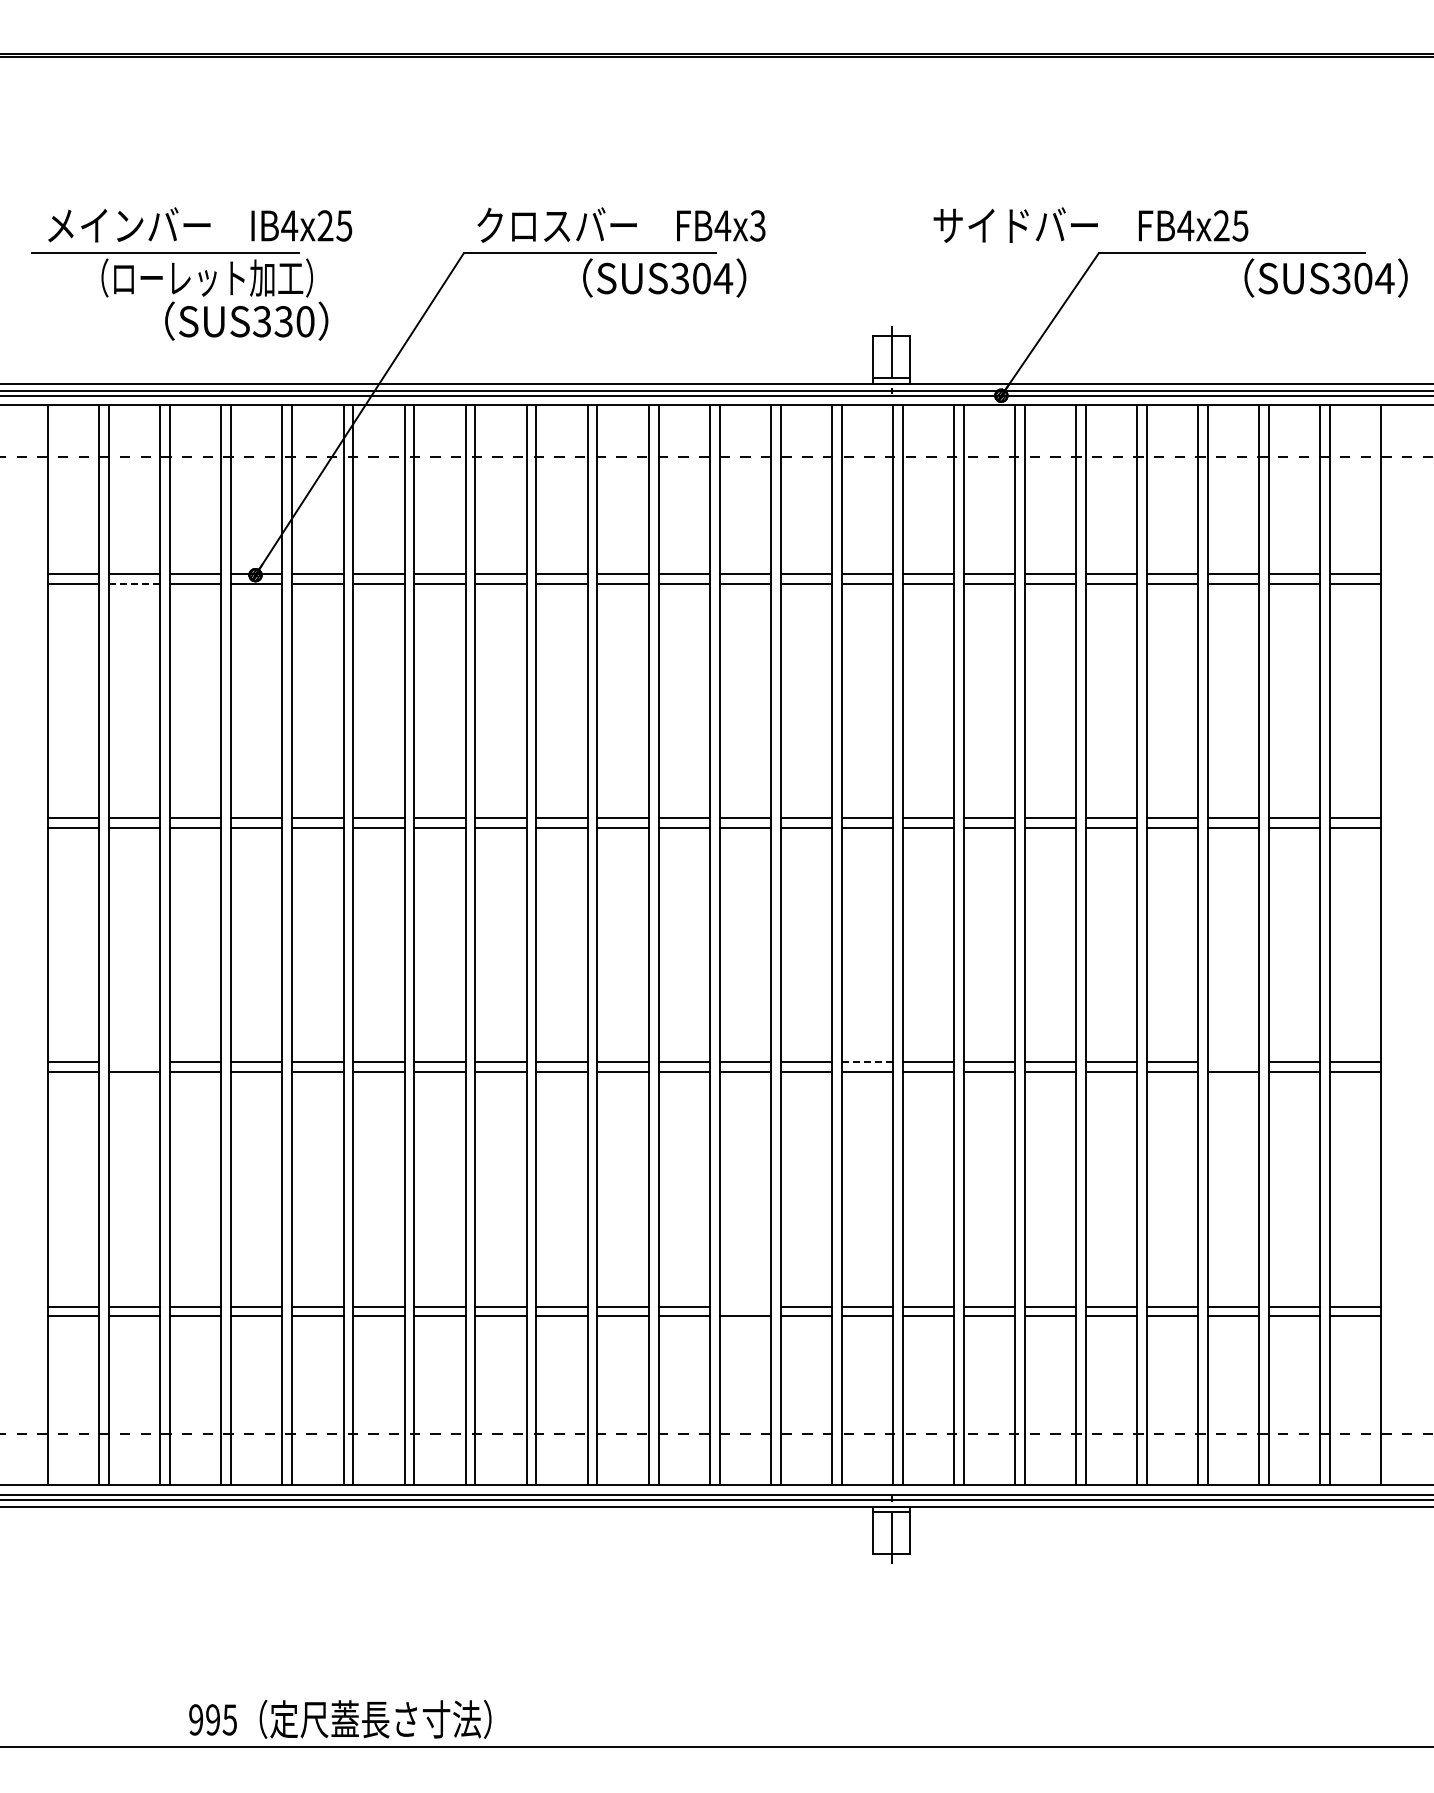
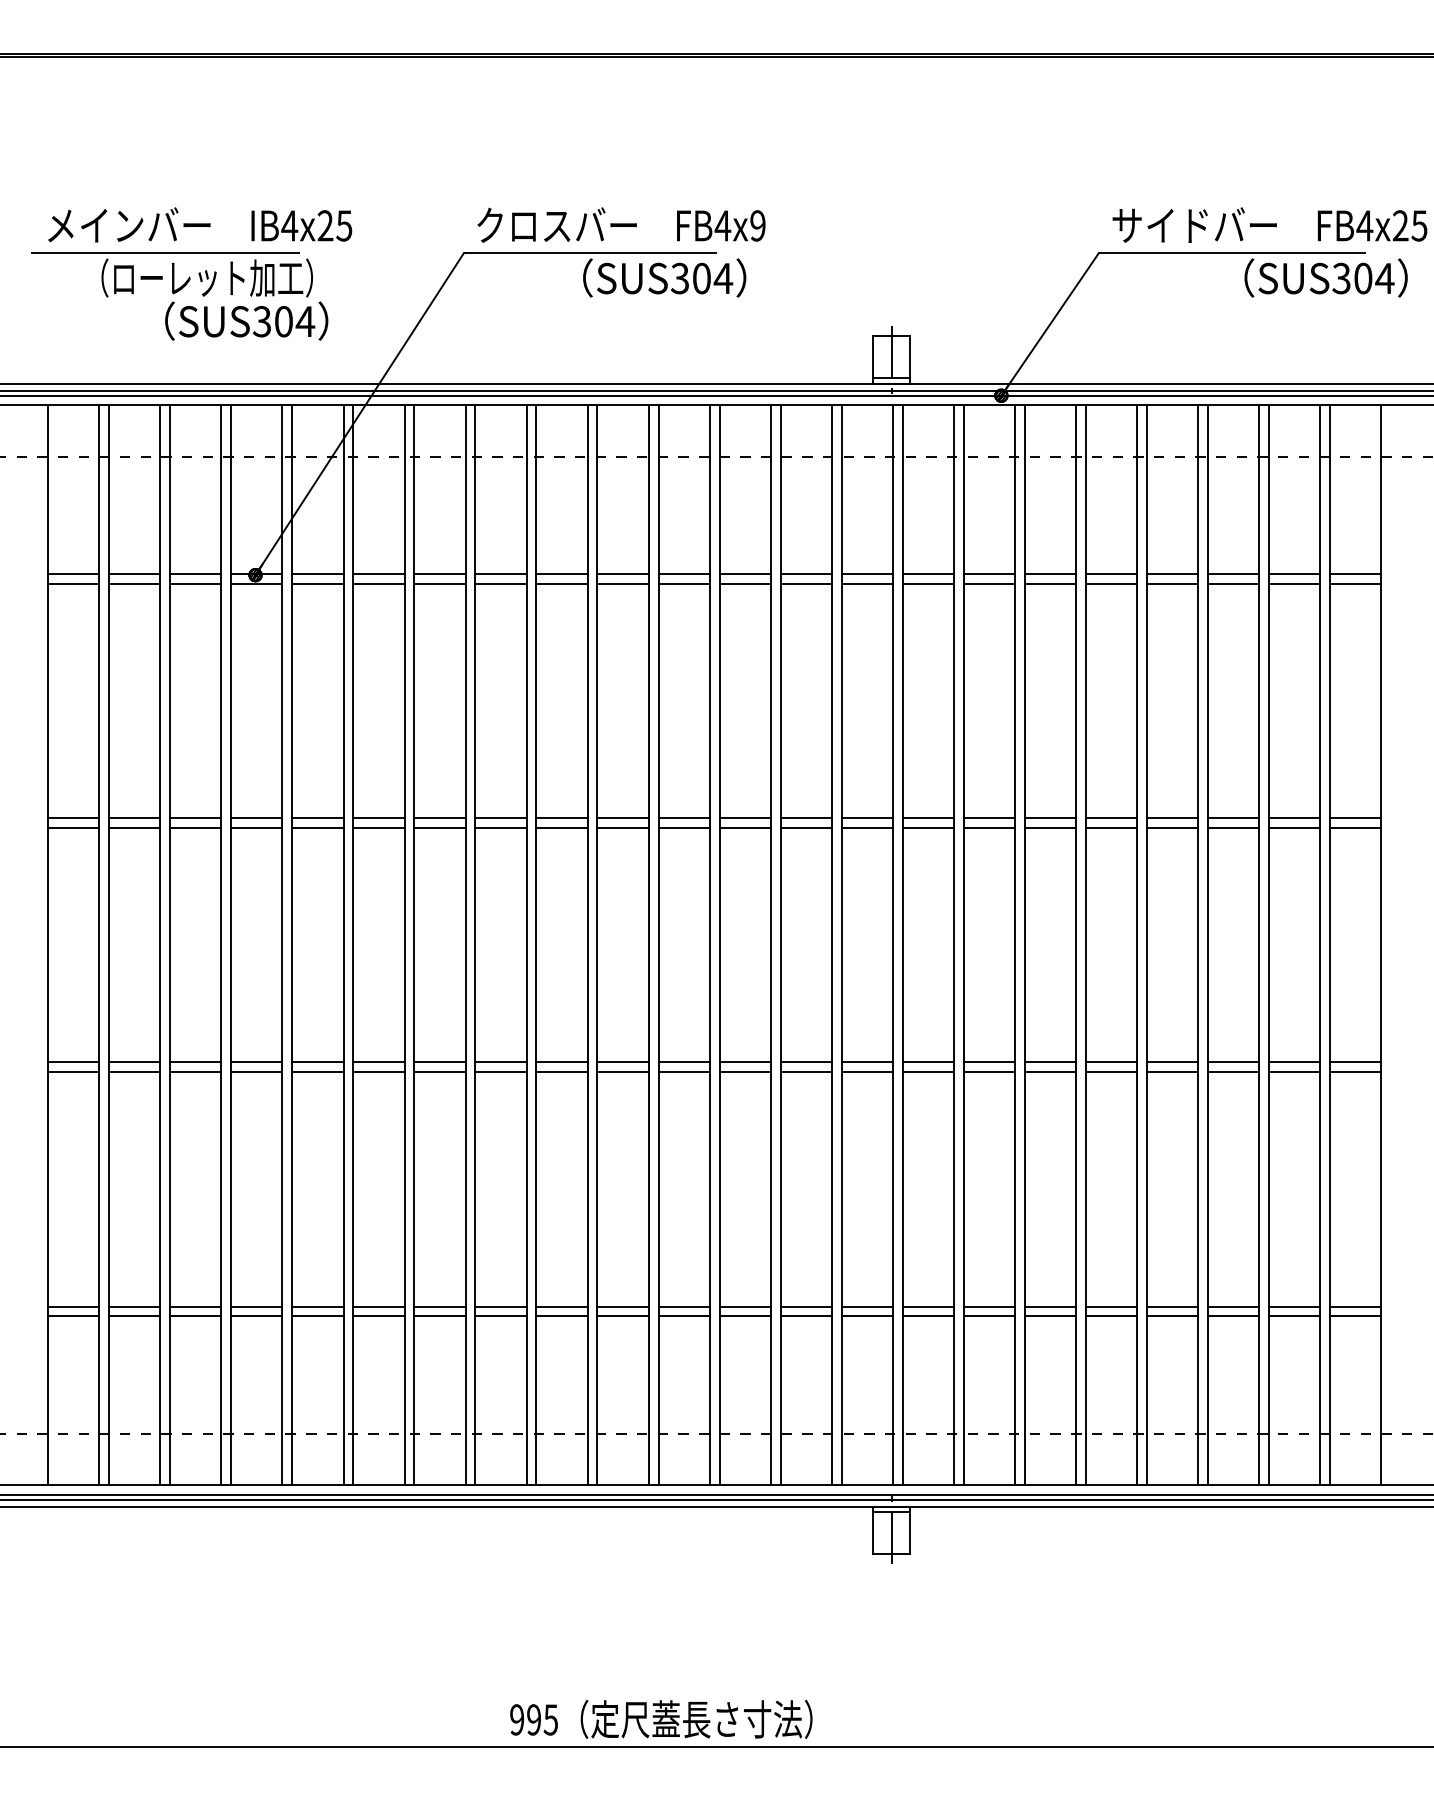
text at (1090, 224) position: (1090, 224) -> (1269, 224)
text at (757, 225): FB4x3 -> FB4x9
text at (294, 321): SUS330 -> SUS304
line at (134, 583): dashed -> solid
line at (134, 1062): none -> present
line at (867, 1062): dashed -> solid
line at (1233, 1062): none -> present
line at (744, 1306): none -> present
text at (340, 1718) position: (340, 1718) -> (661, 1718)
